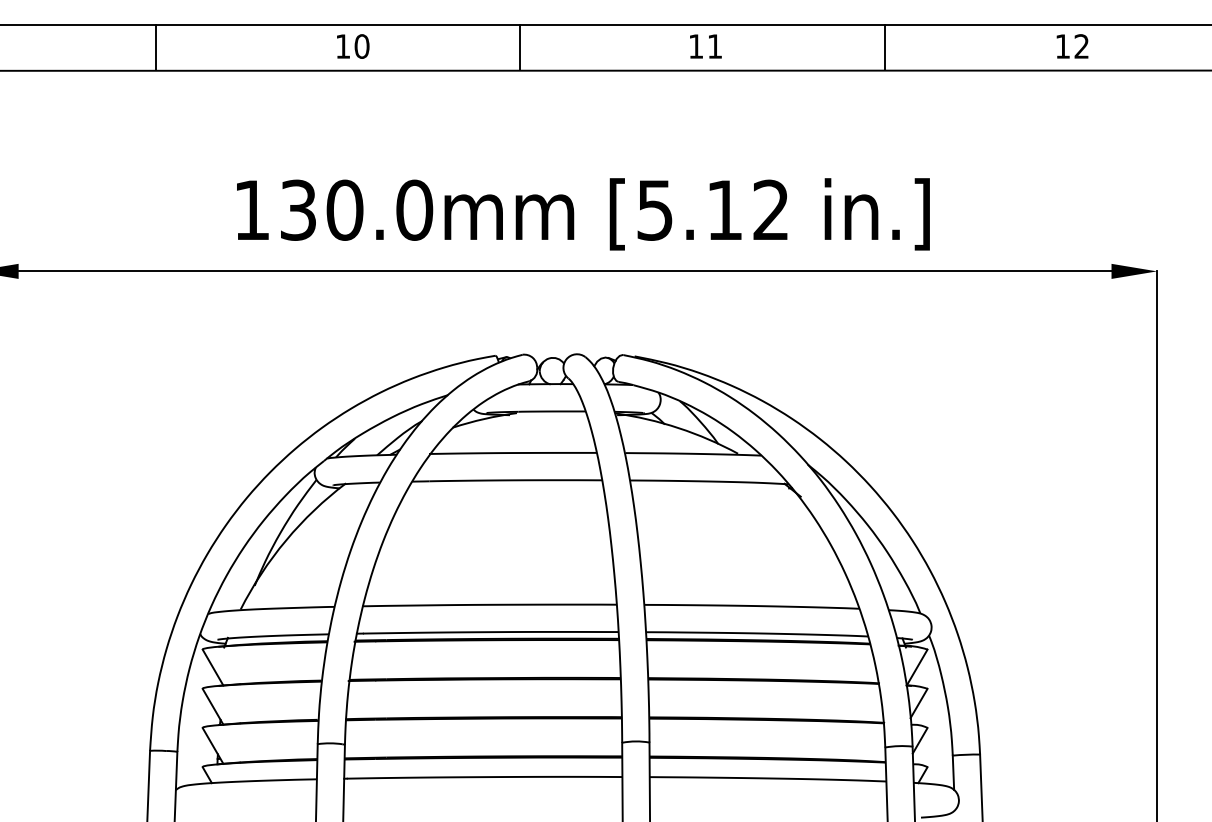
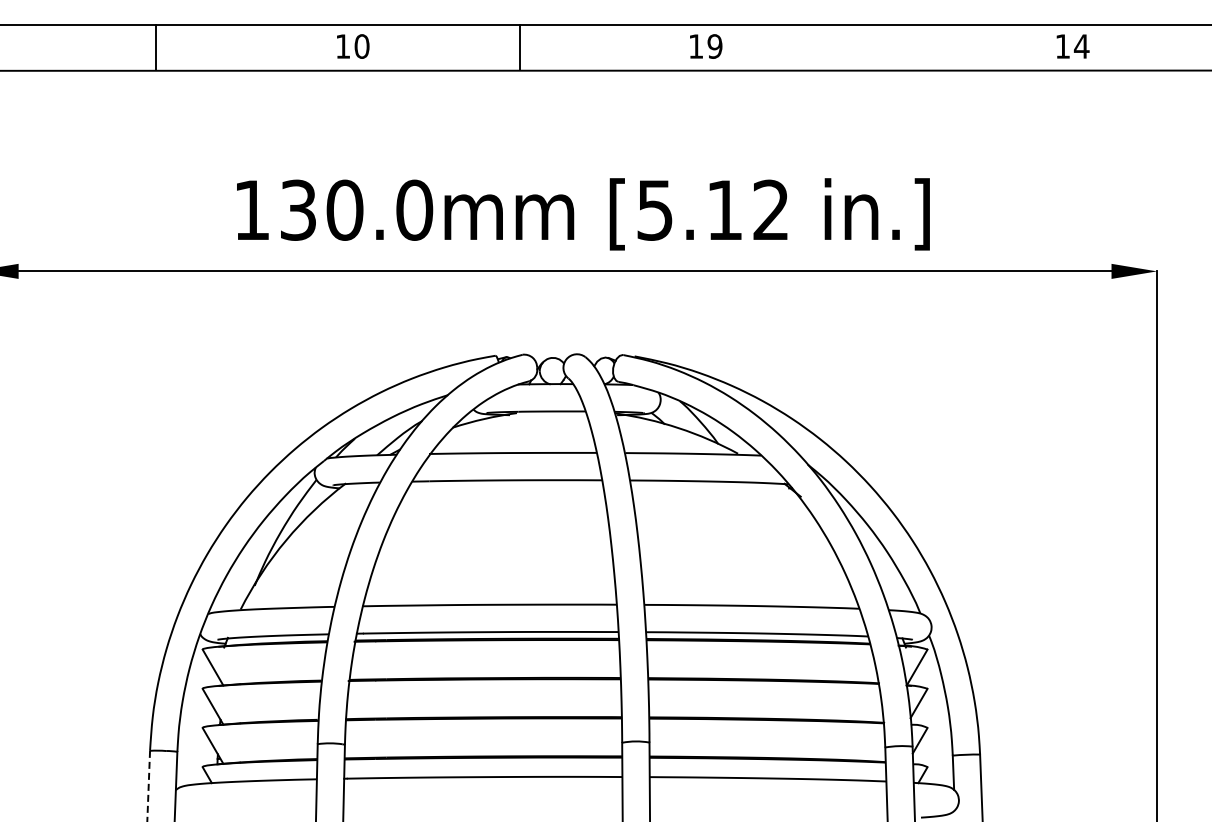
text at (714, 46): 11 -> 19
text at (1081, 46): 12 -> 14
line at (884, 47): present -> none
line at (148, 786): solid -> dashed
